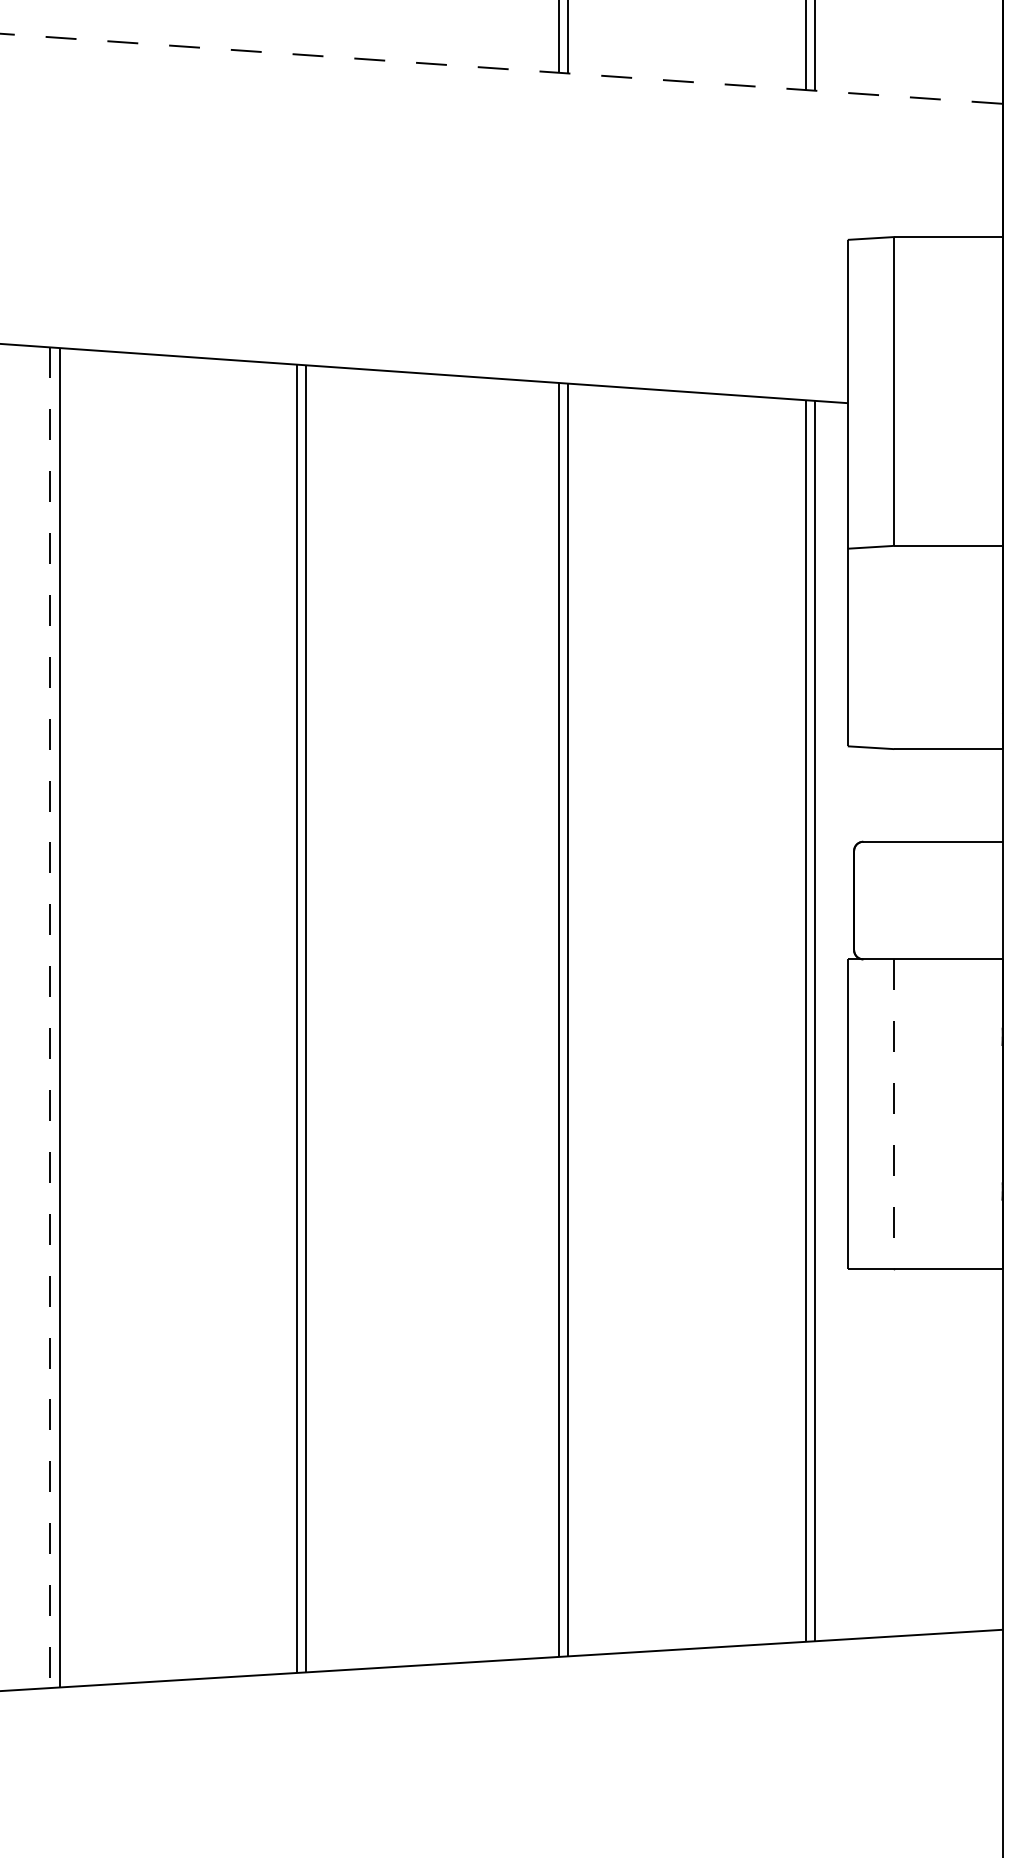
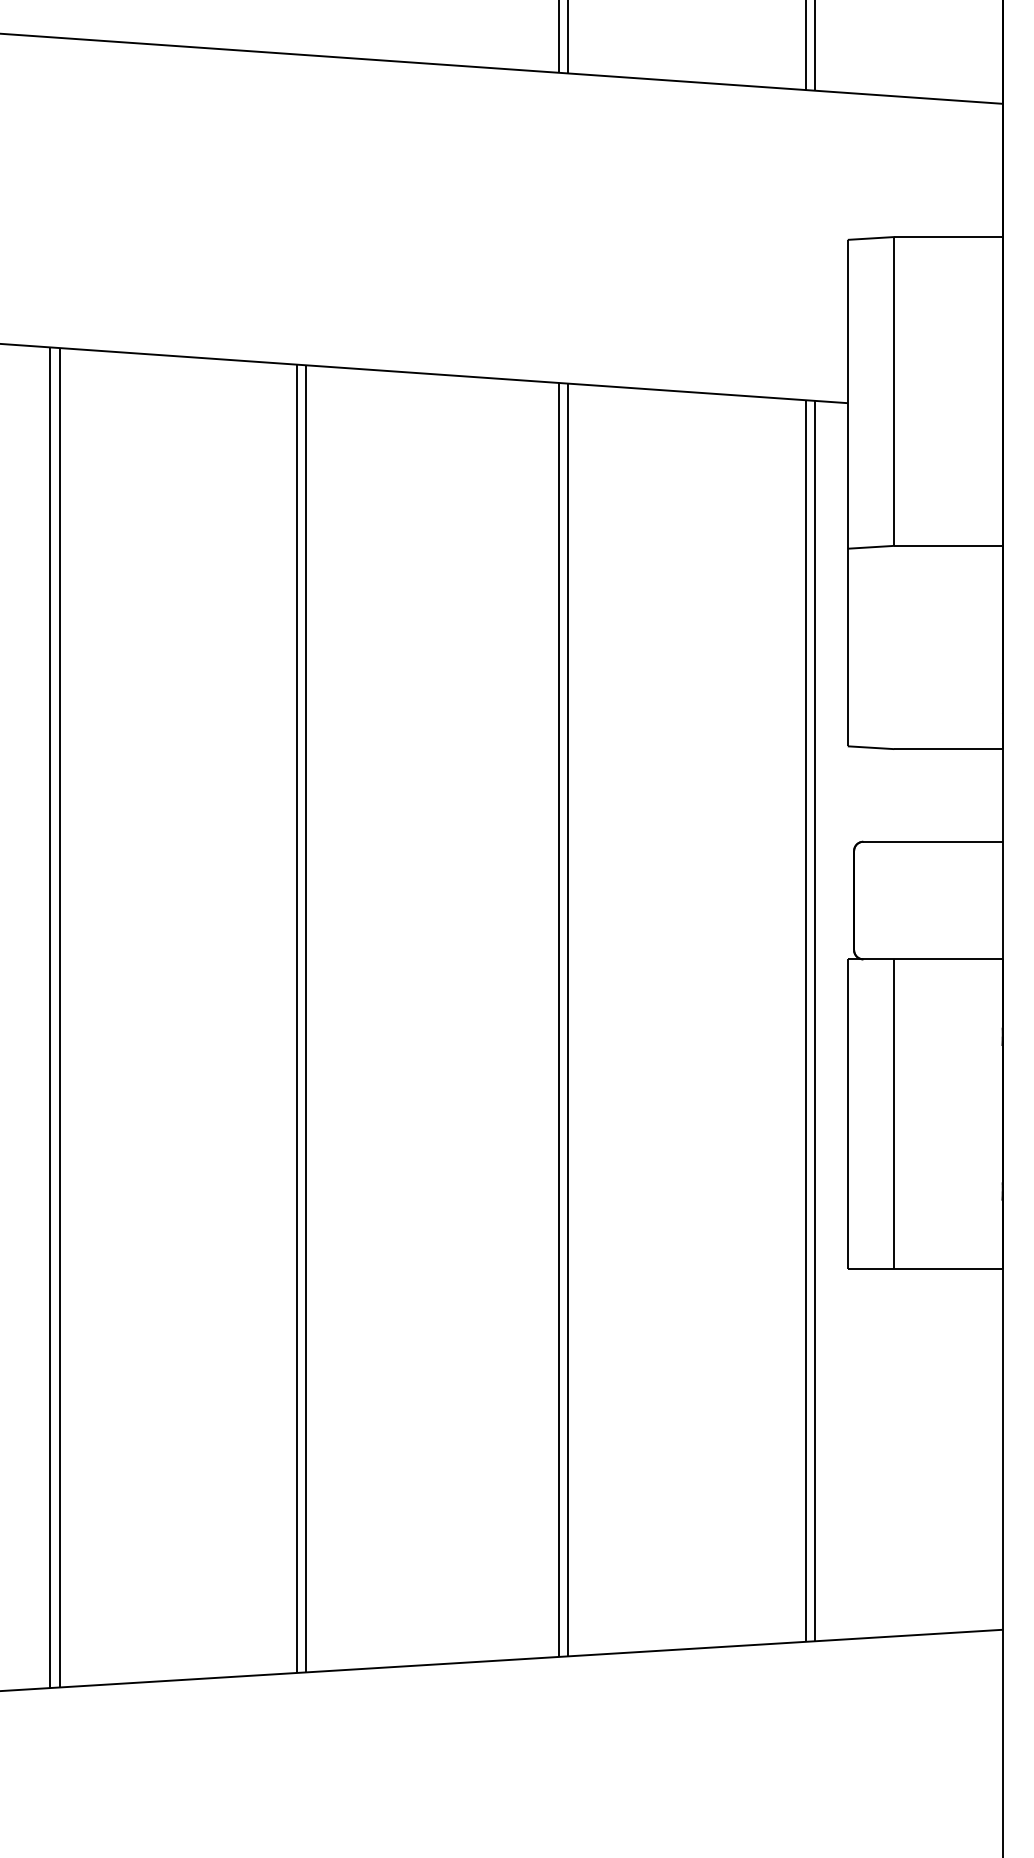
line at (500, 68): dashed -> solid
line at (50, 1018): dashed -> solid
line at (894, 1114): dashed -> solid
